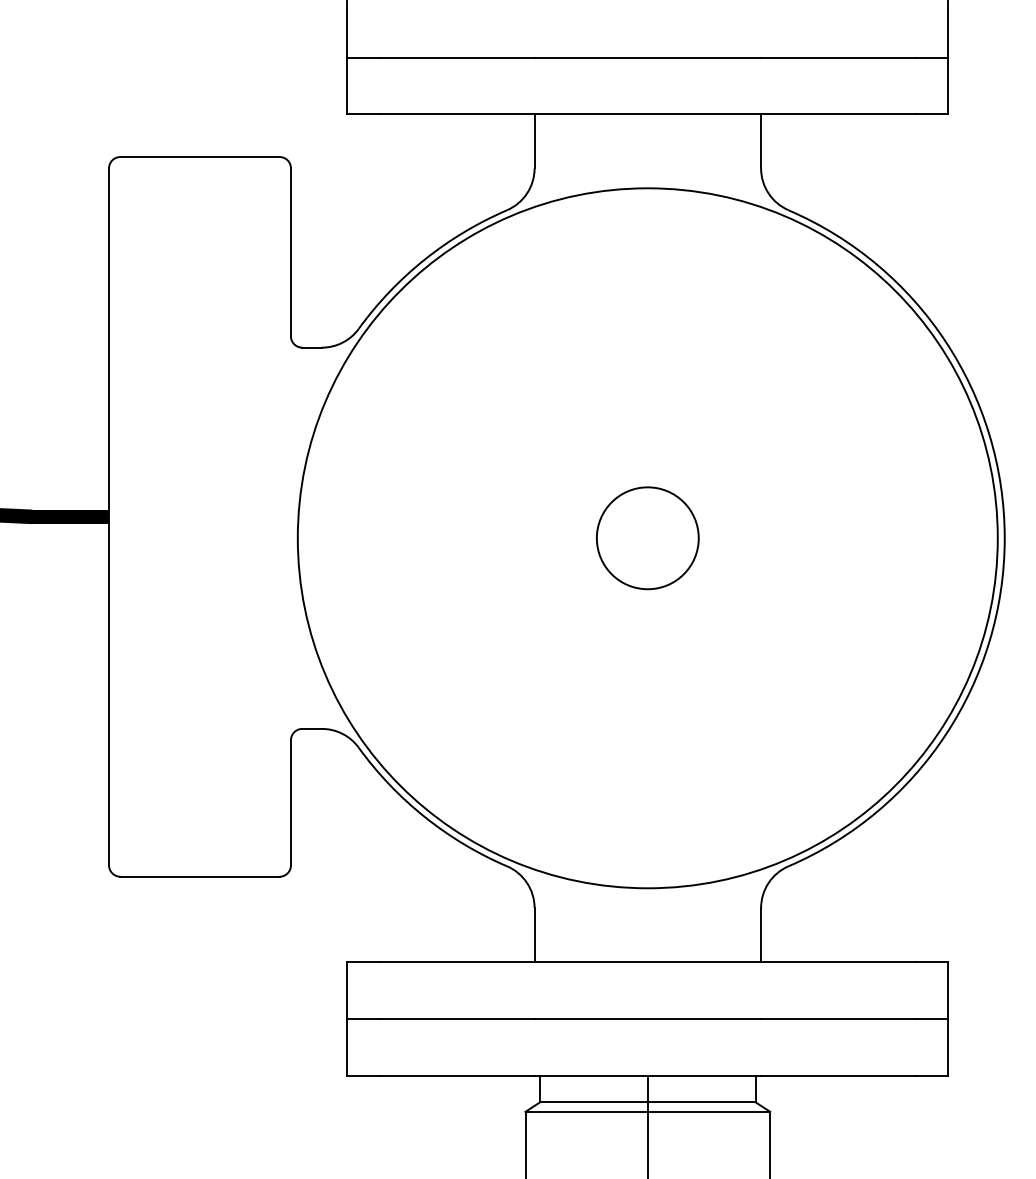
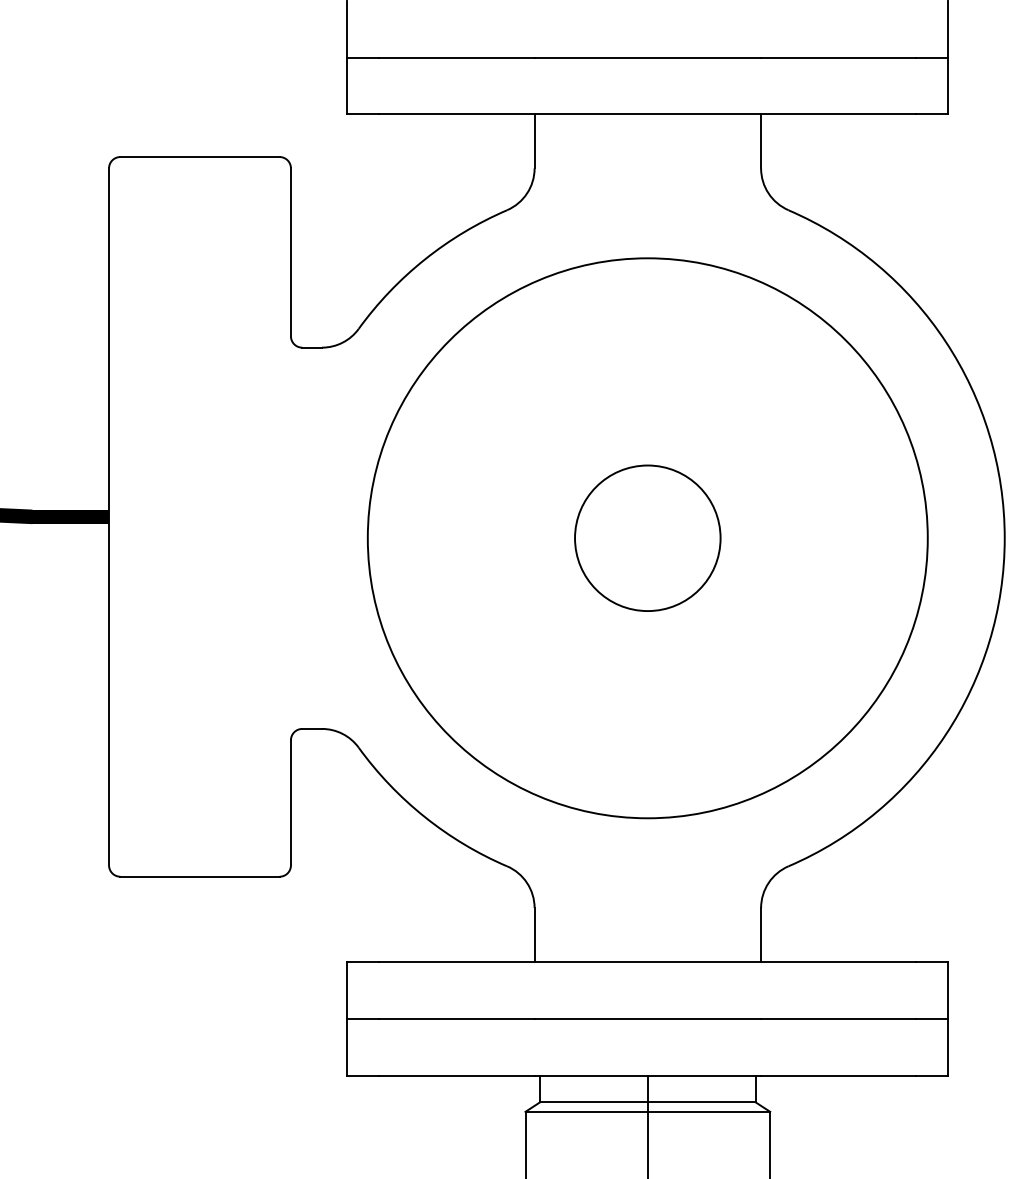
circle at (647, 538) diameter: 102 px -> 146 px
circle at (647, 538) diameter: 700 px -> 560 px
